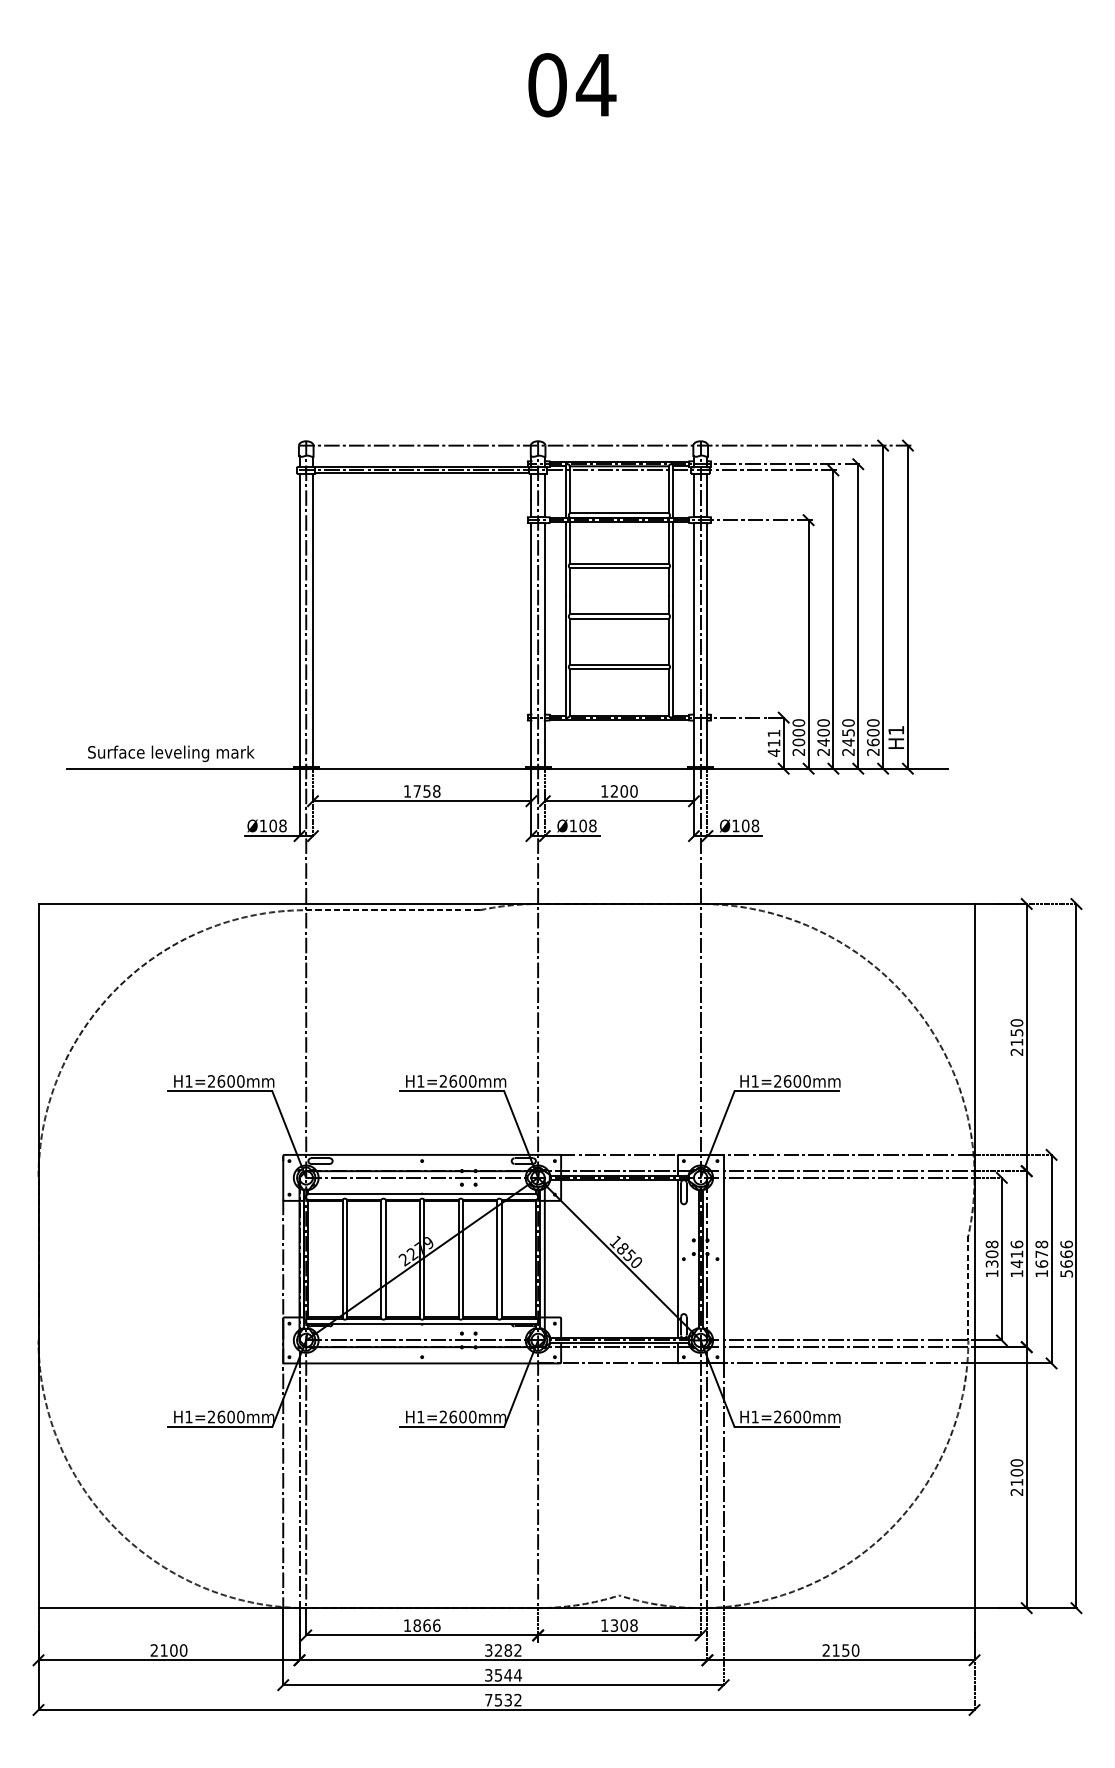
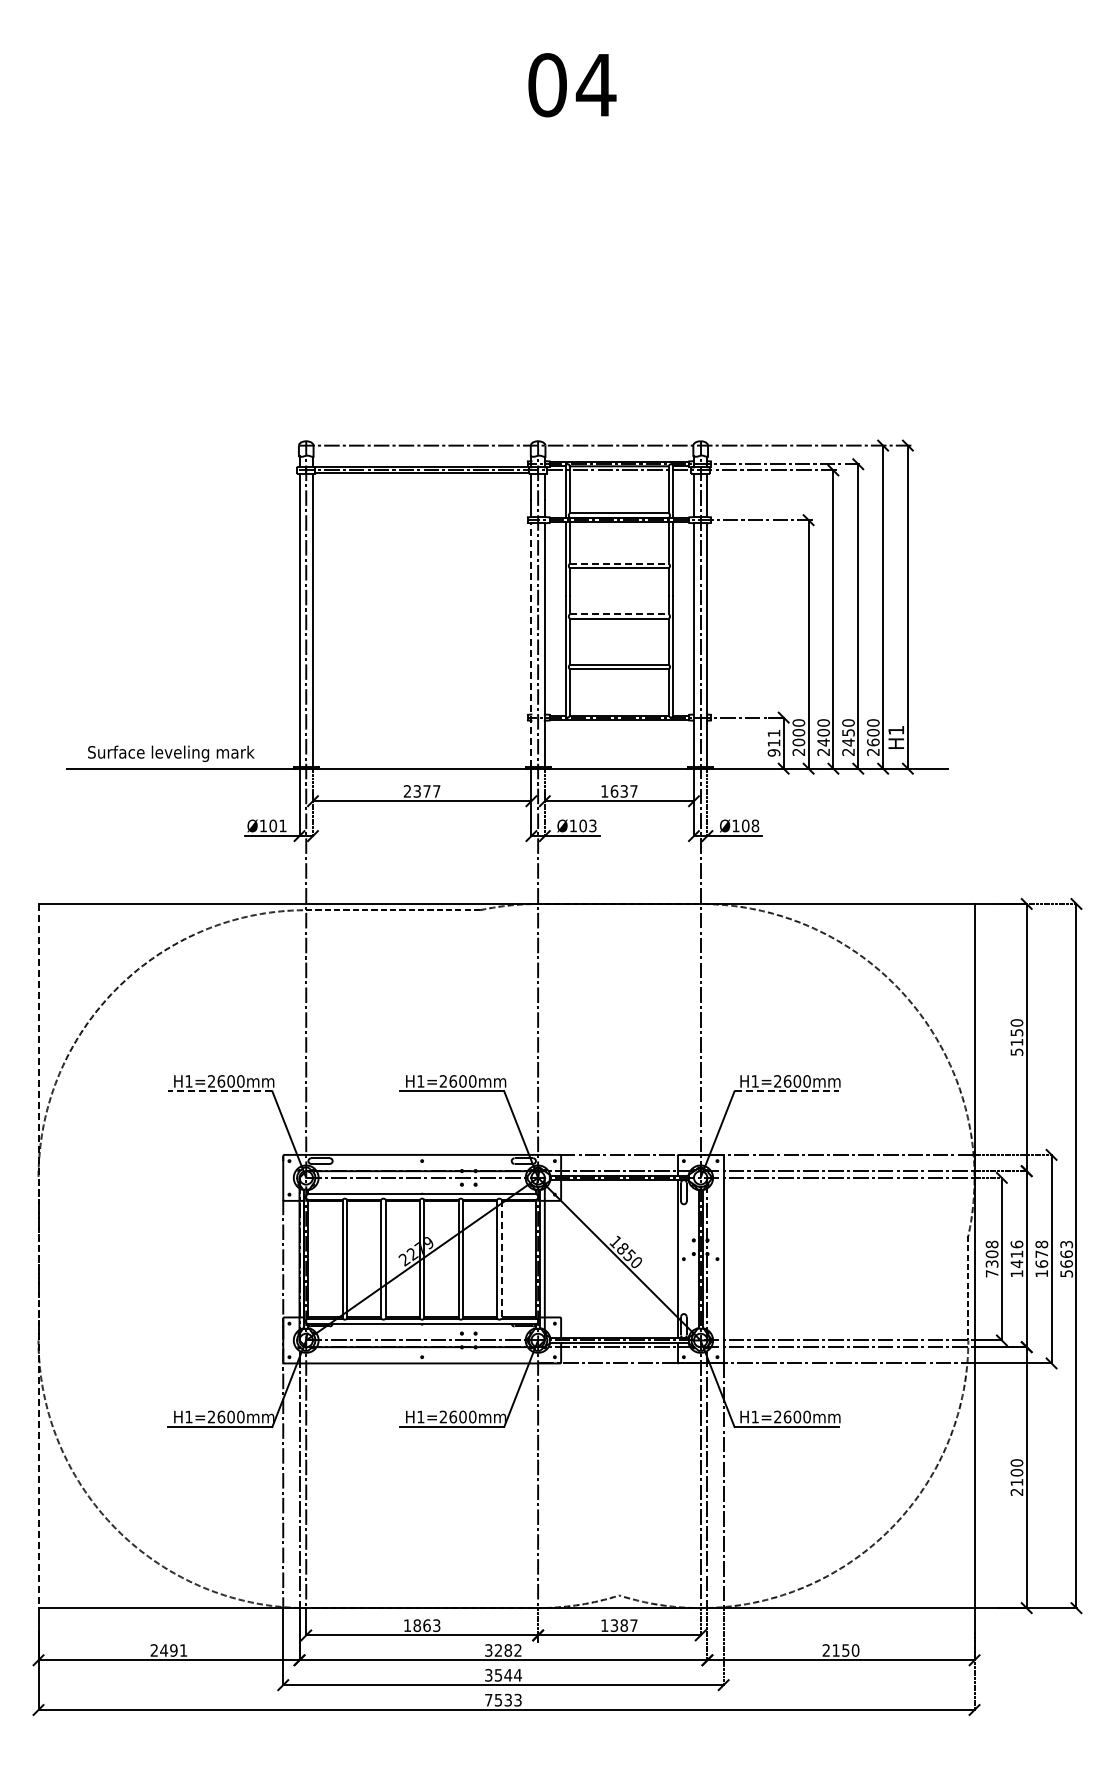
line at (619, 563): solid -> dashed
line at (619, 614): solid -> dashed
line at (531, 644): solid -> dashed
text at (773, 752): 411 -> 911
text at (421, 791): 1758 -> 2377
text at (623, 791): 1200 -> 1637
text at (282, 825): Ø108 -> Ø101
text at (592, 825): Ø108 -> Ø103
text at (1016, 1051): 2150 -> 5150
line at (219, 1091): solid -> dashed
line at (787, 1091): solid -> dashed
text at (1066, 1244): 5666 -> 5663
line at (38, 1256): solid -> dashed
line at (501, 1259): solid -> dashed
text at (992, 1273): 1308 -> 7308
text at (436, 1625): 1866 -> 1863
text at (628, 1625): 1308 -> 1387
text at (173, 1650): 2100 -> 2491
text at (517, 1700): 7532 -> 7533
